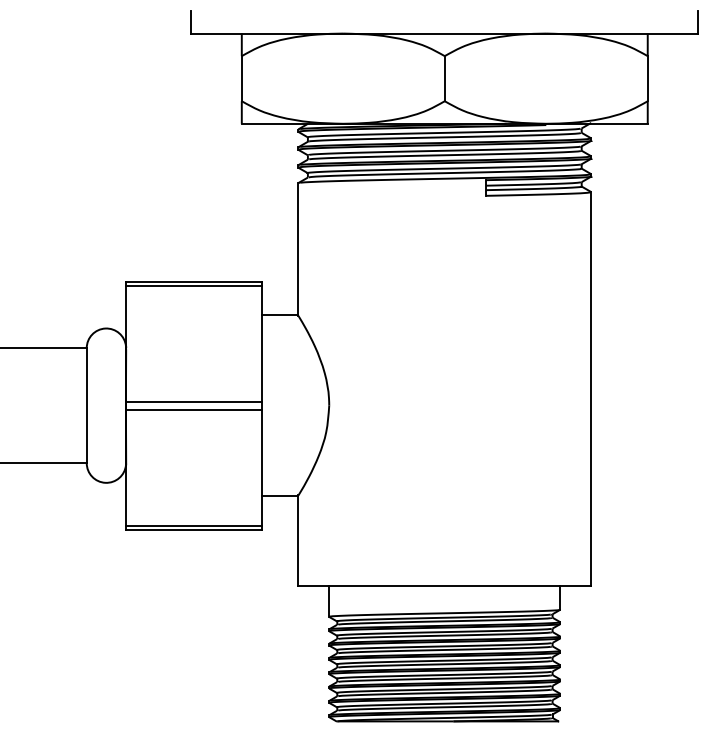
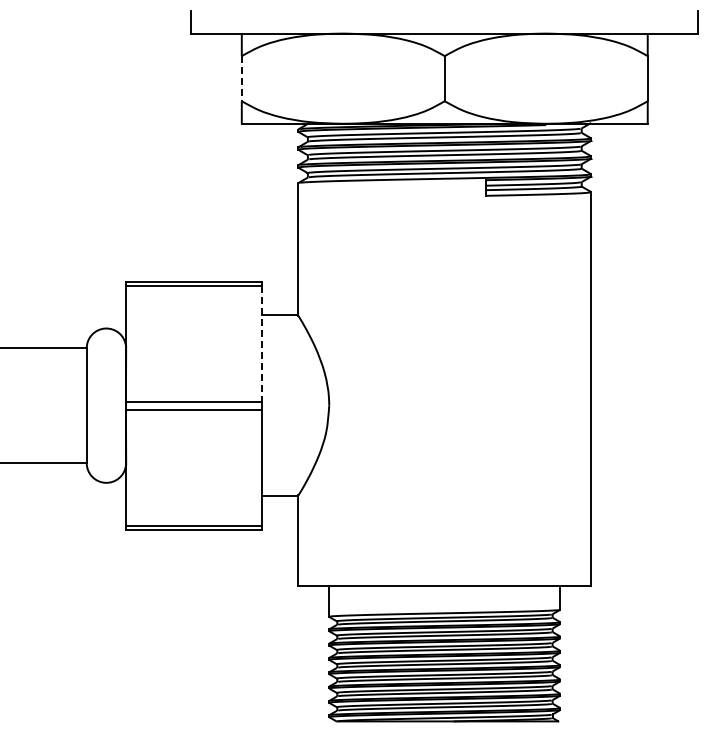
line at (241, 78): solid -> dashed
line at (261, 343): solid -> dashed
